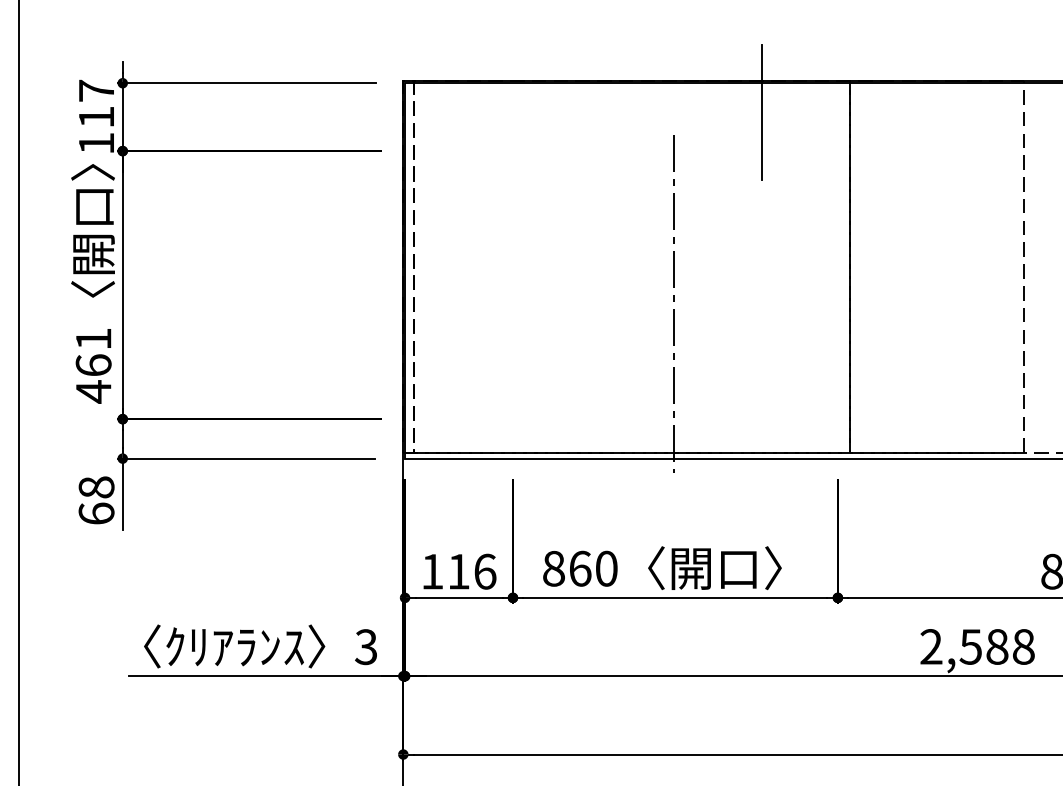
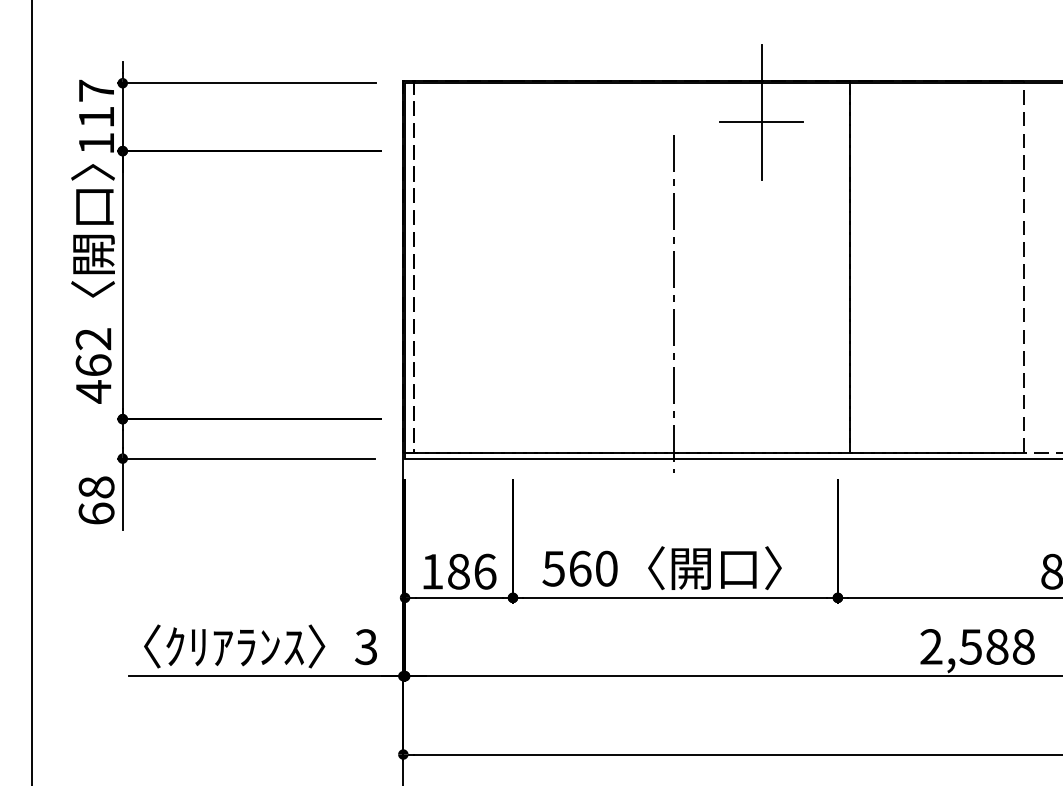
line at (761, 122): none -> present
text at (93, 339): 461 -> 462
line at (18, 392) position: (18, 392) -> (31, 392)
text at (553, 568): 860 -> 560
text at (458, 571): 116 -> 186
